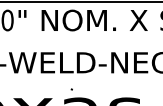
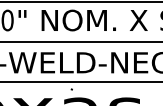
line at (80, 42): none -> present
line at (80, 82): none -> present
